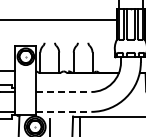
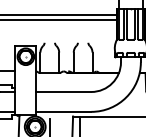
line at (59, 15): none -> present
line at (63, 91): dashed -> solid
line at (63, 111): dashed -> solid
